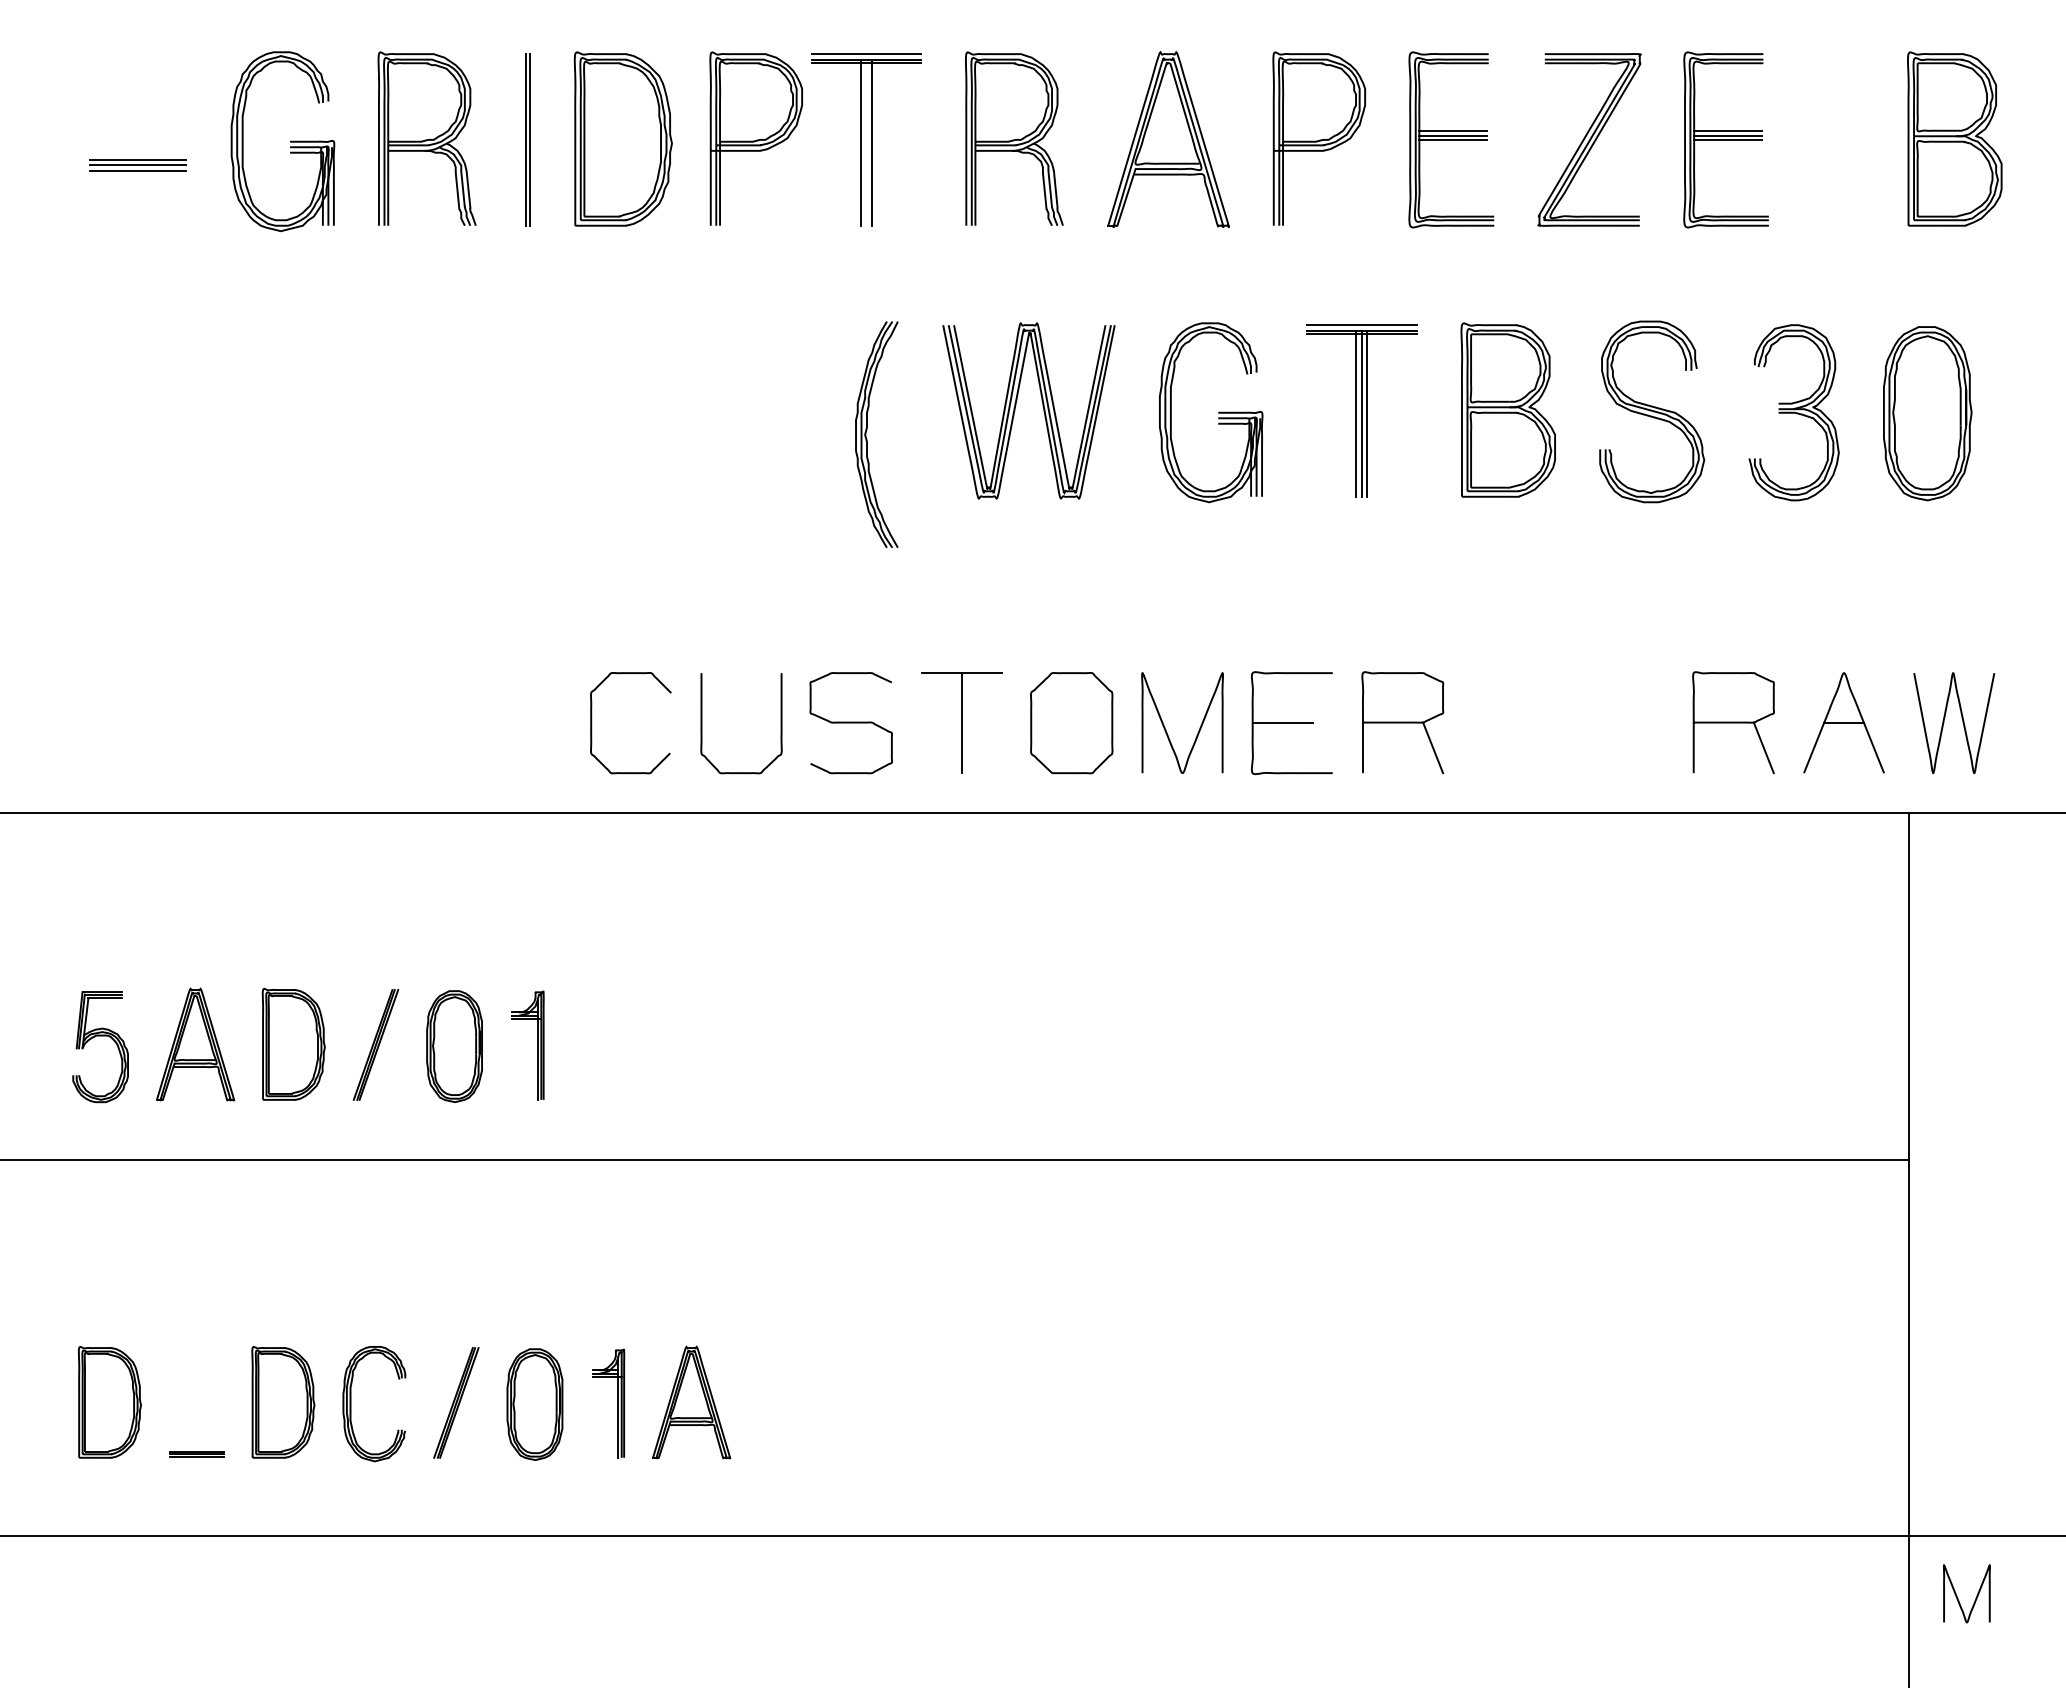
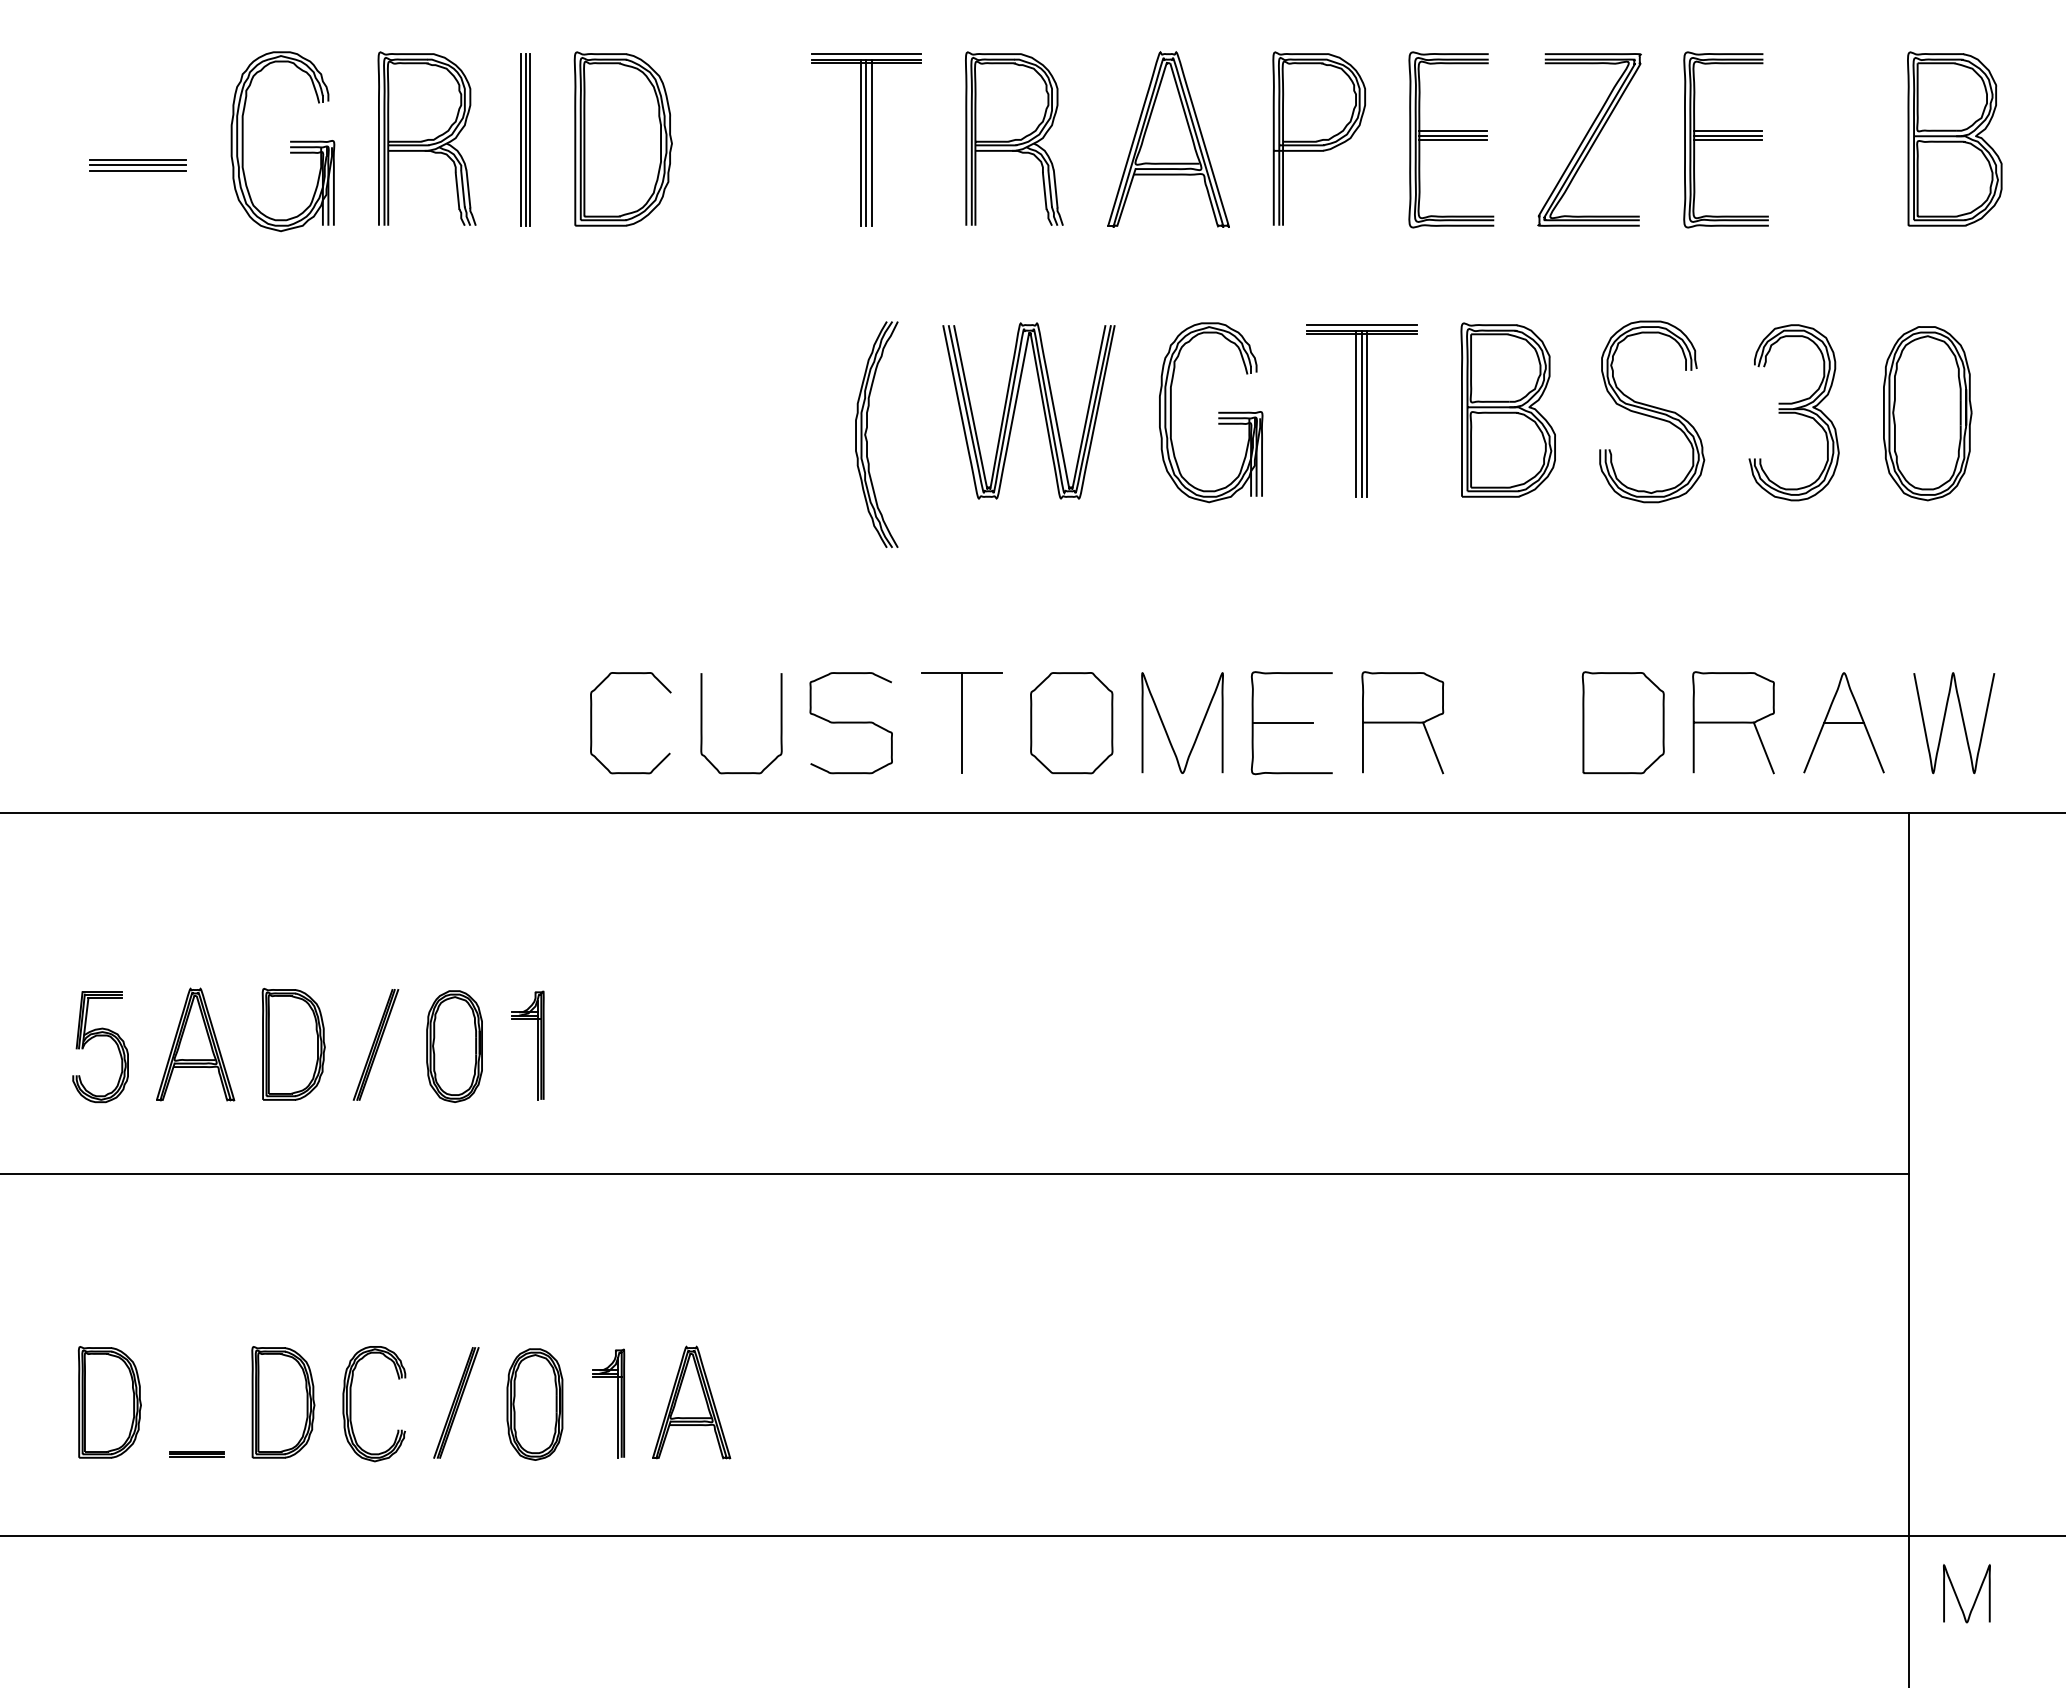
part at (756, 138): present -> none
line at (520, 139): none -> present
line at (866, 142): none -> present
part at (1622, 722): none -> present
line at (955, 1160) position: (955, 1160) -> (955, 1174)
